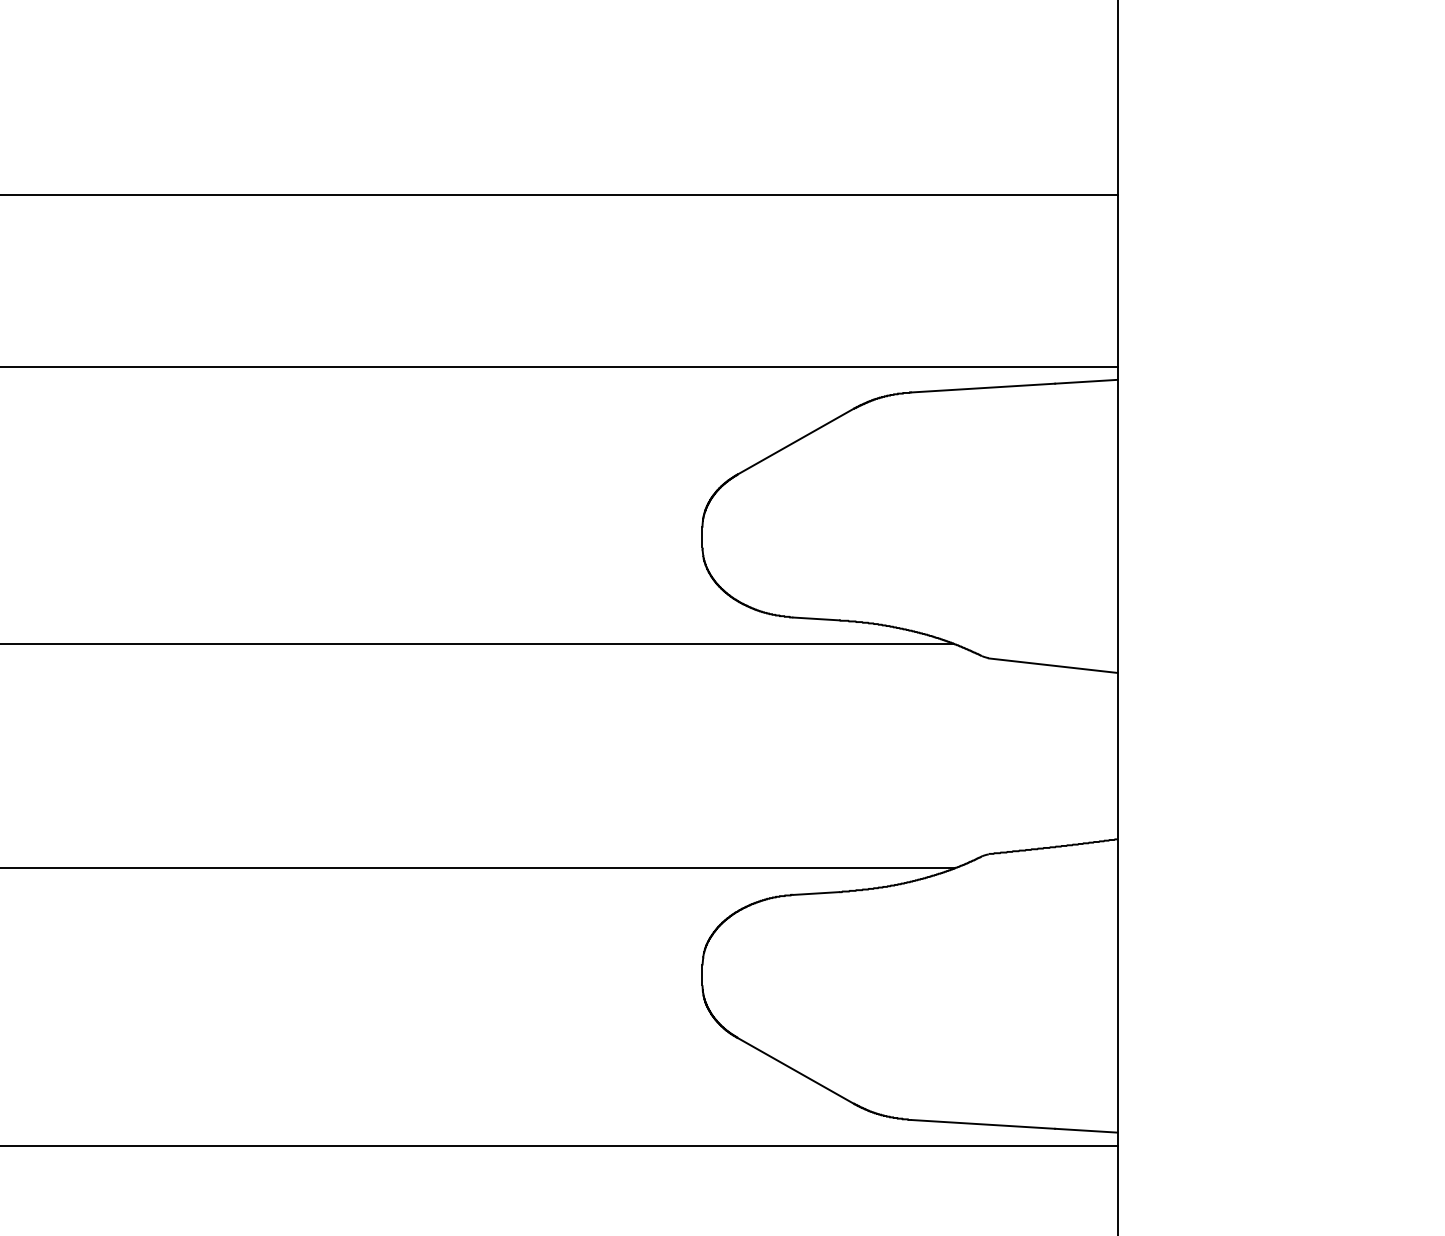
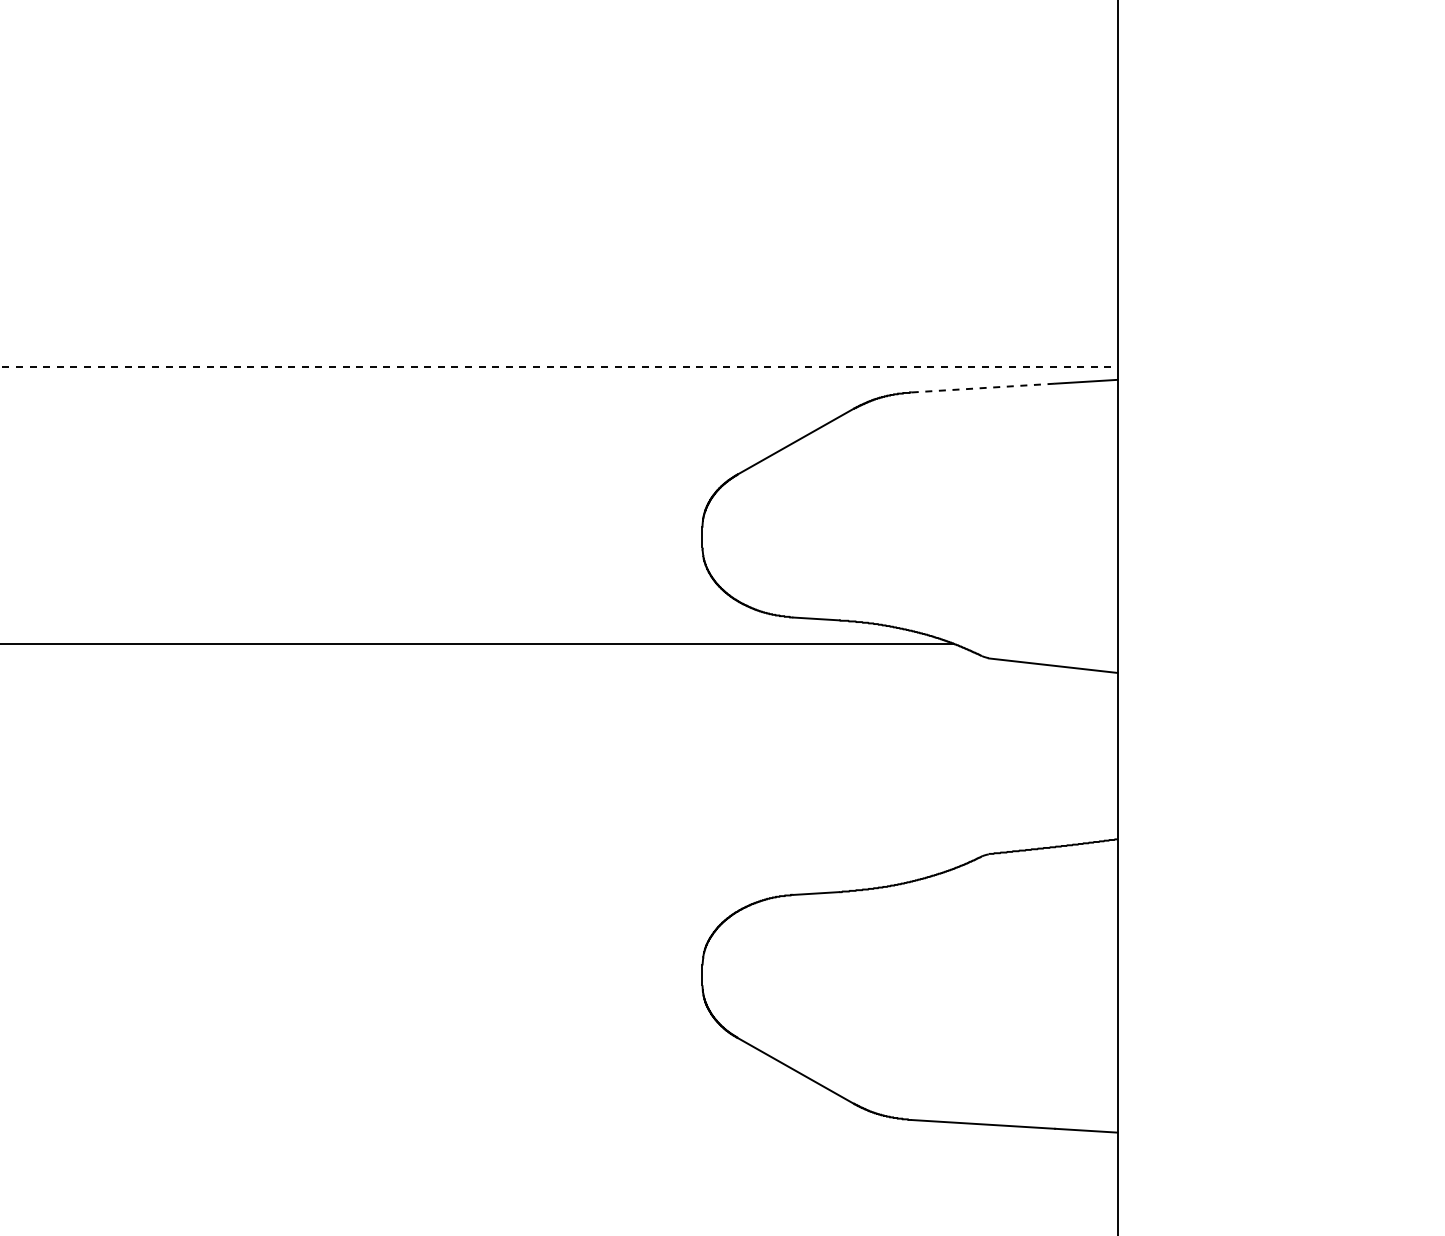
line at (559, 194): present -> none
line at (560, 366): solid -> dashed
line at (983, 388): solid -> dashed
line at (478, 868): present -> none
line at (559, 1145): present -> none
